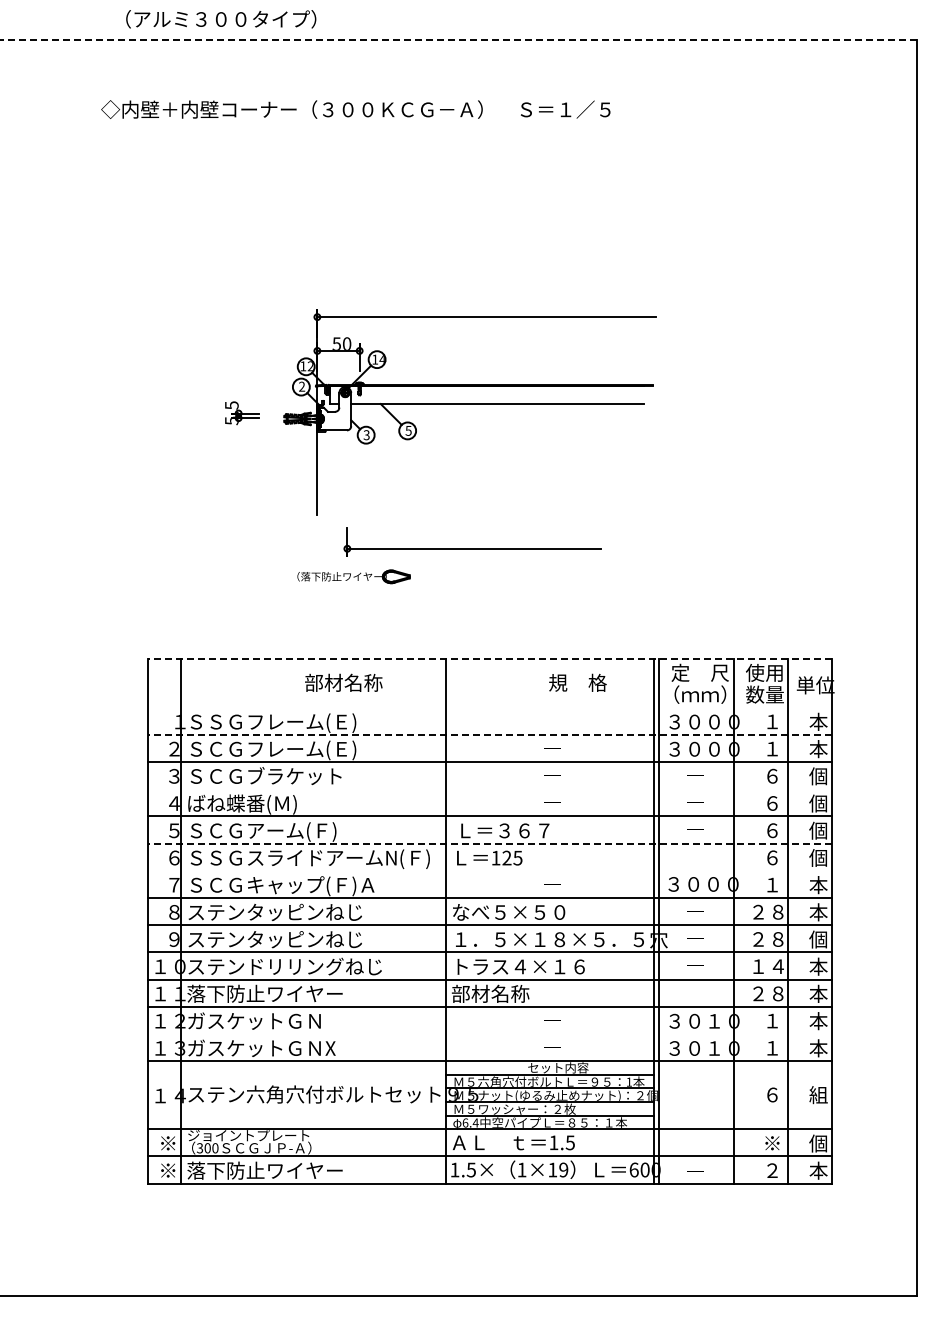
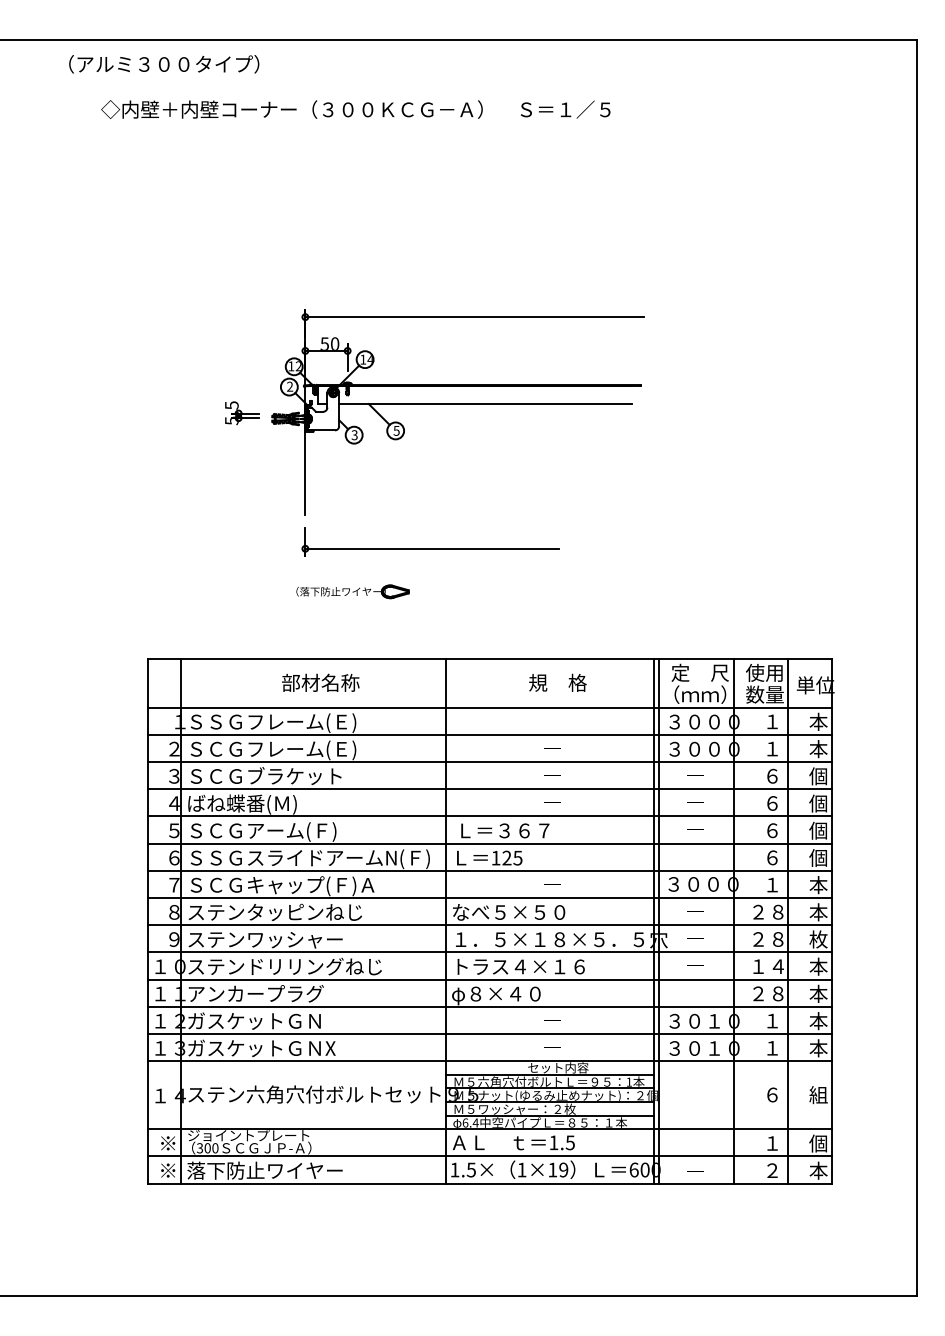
text at (221, 19) position: (221, 19) -> (164, 64)
line at (457, 40): dashed -> solid
part at (469, 404) position: (469, 404) -> (457, 404)
part at (472, 548) position: (472, 548) -> (430, 548)
part at (353, 576) position: (353, 576) -> (352, 591)
line at (490, 658): dashed -> solid
text at (343, 682) position: (343, 682) -> (320, 682)
text at (577, 682) position: (577, 682) -> (557, 682)
line at (490, 707): none -> present
line at (490, 734): dashed -> solid
line at (490, 789): none -> present
line at (490, 843): dashed -> solid
line at (490, 870): none -> present
text at (304, 939): ステンタッピンねじ -> ステンワッシャー
text at (818, 939): 個 -> 枚
text at (264, 993): 落下防止ワイヤー -> アンカープラグ
text at (495, 994): 部材名称 -> φ８×４０
line at (490, 1034): none -> present
text at (772, 1143): ※ -> １
